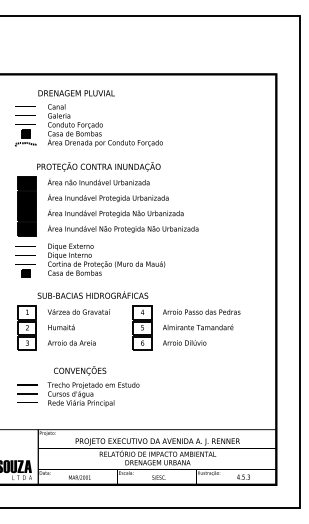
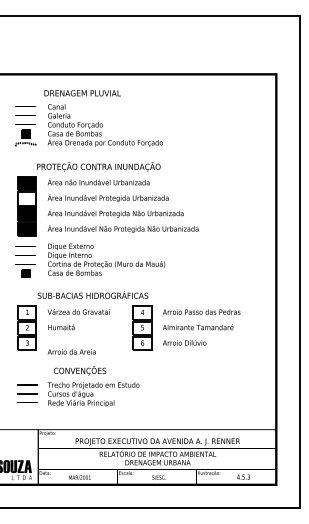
text at (76, 93) position: (76, 93) -> (82, 93)
fill at (27, 198): present -> none
text at (71, 342) position: (71, 342) -> (71, 351)
